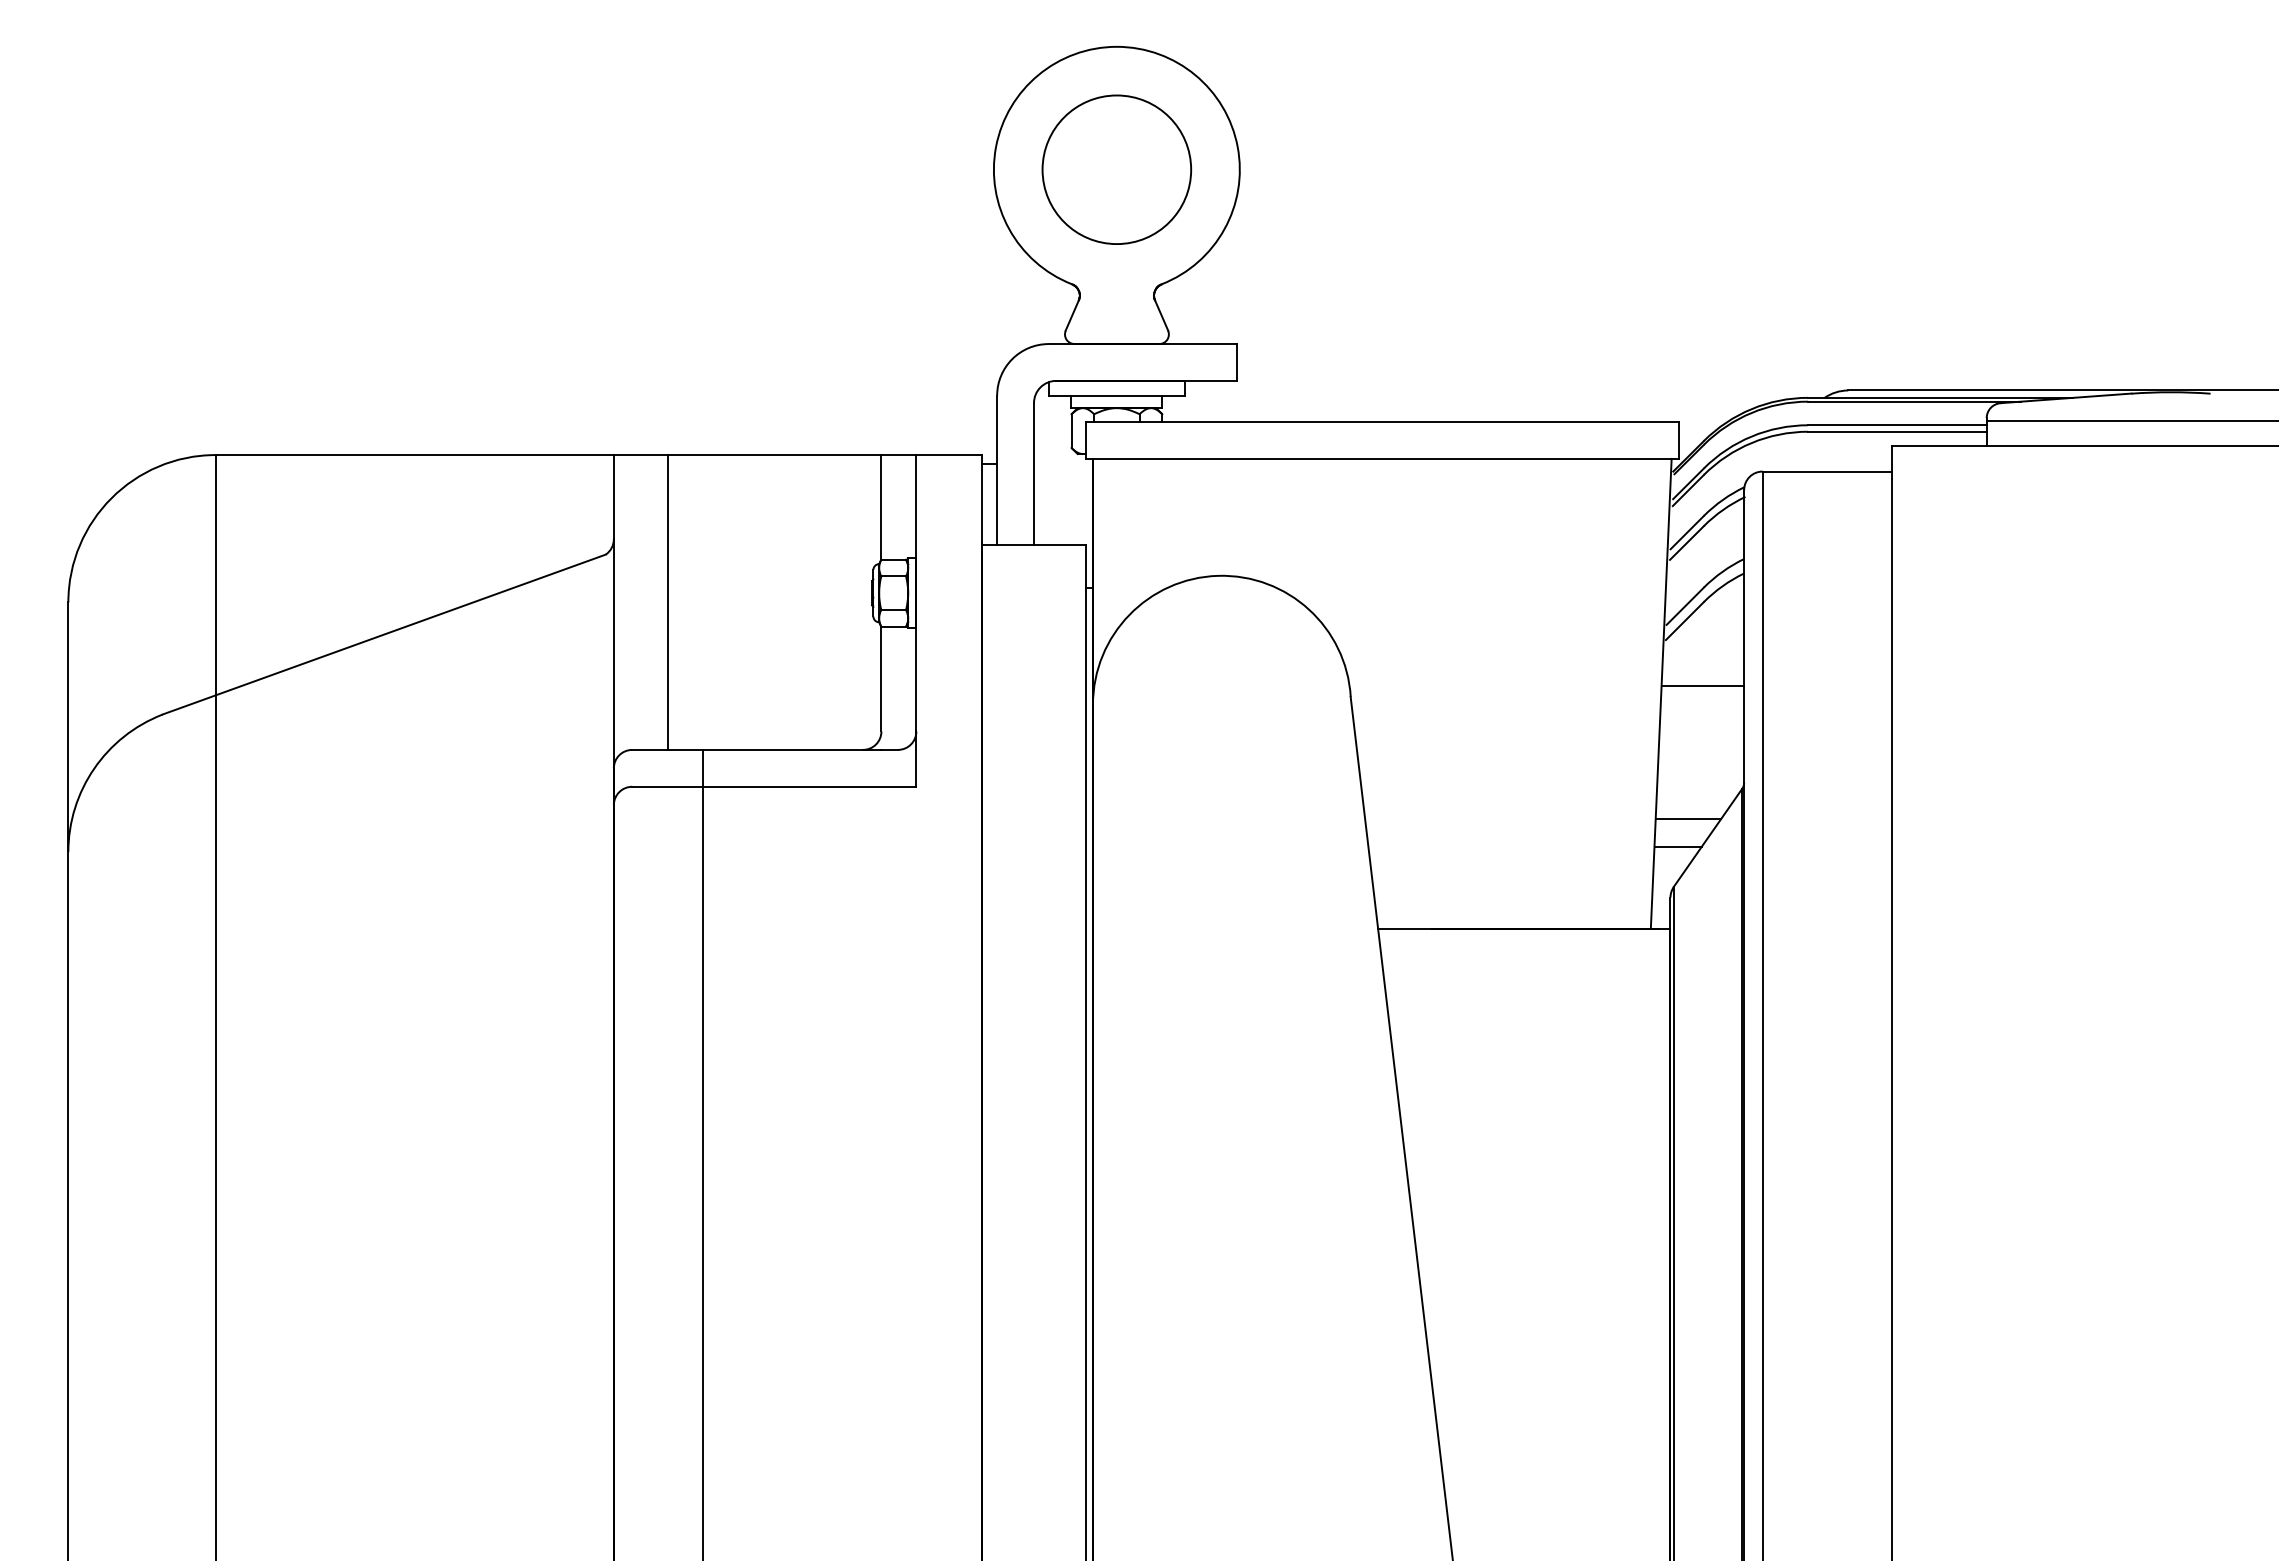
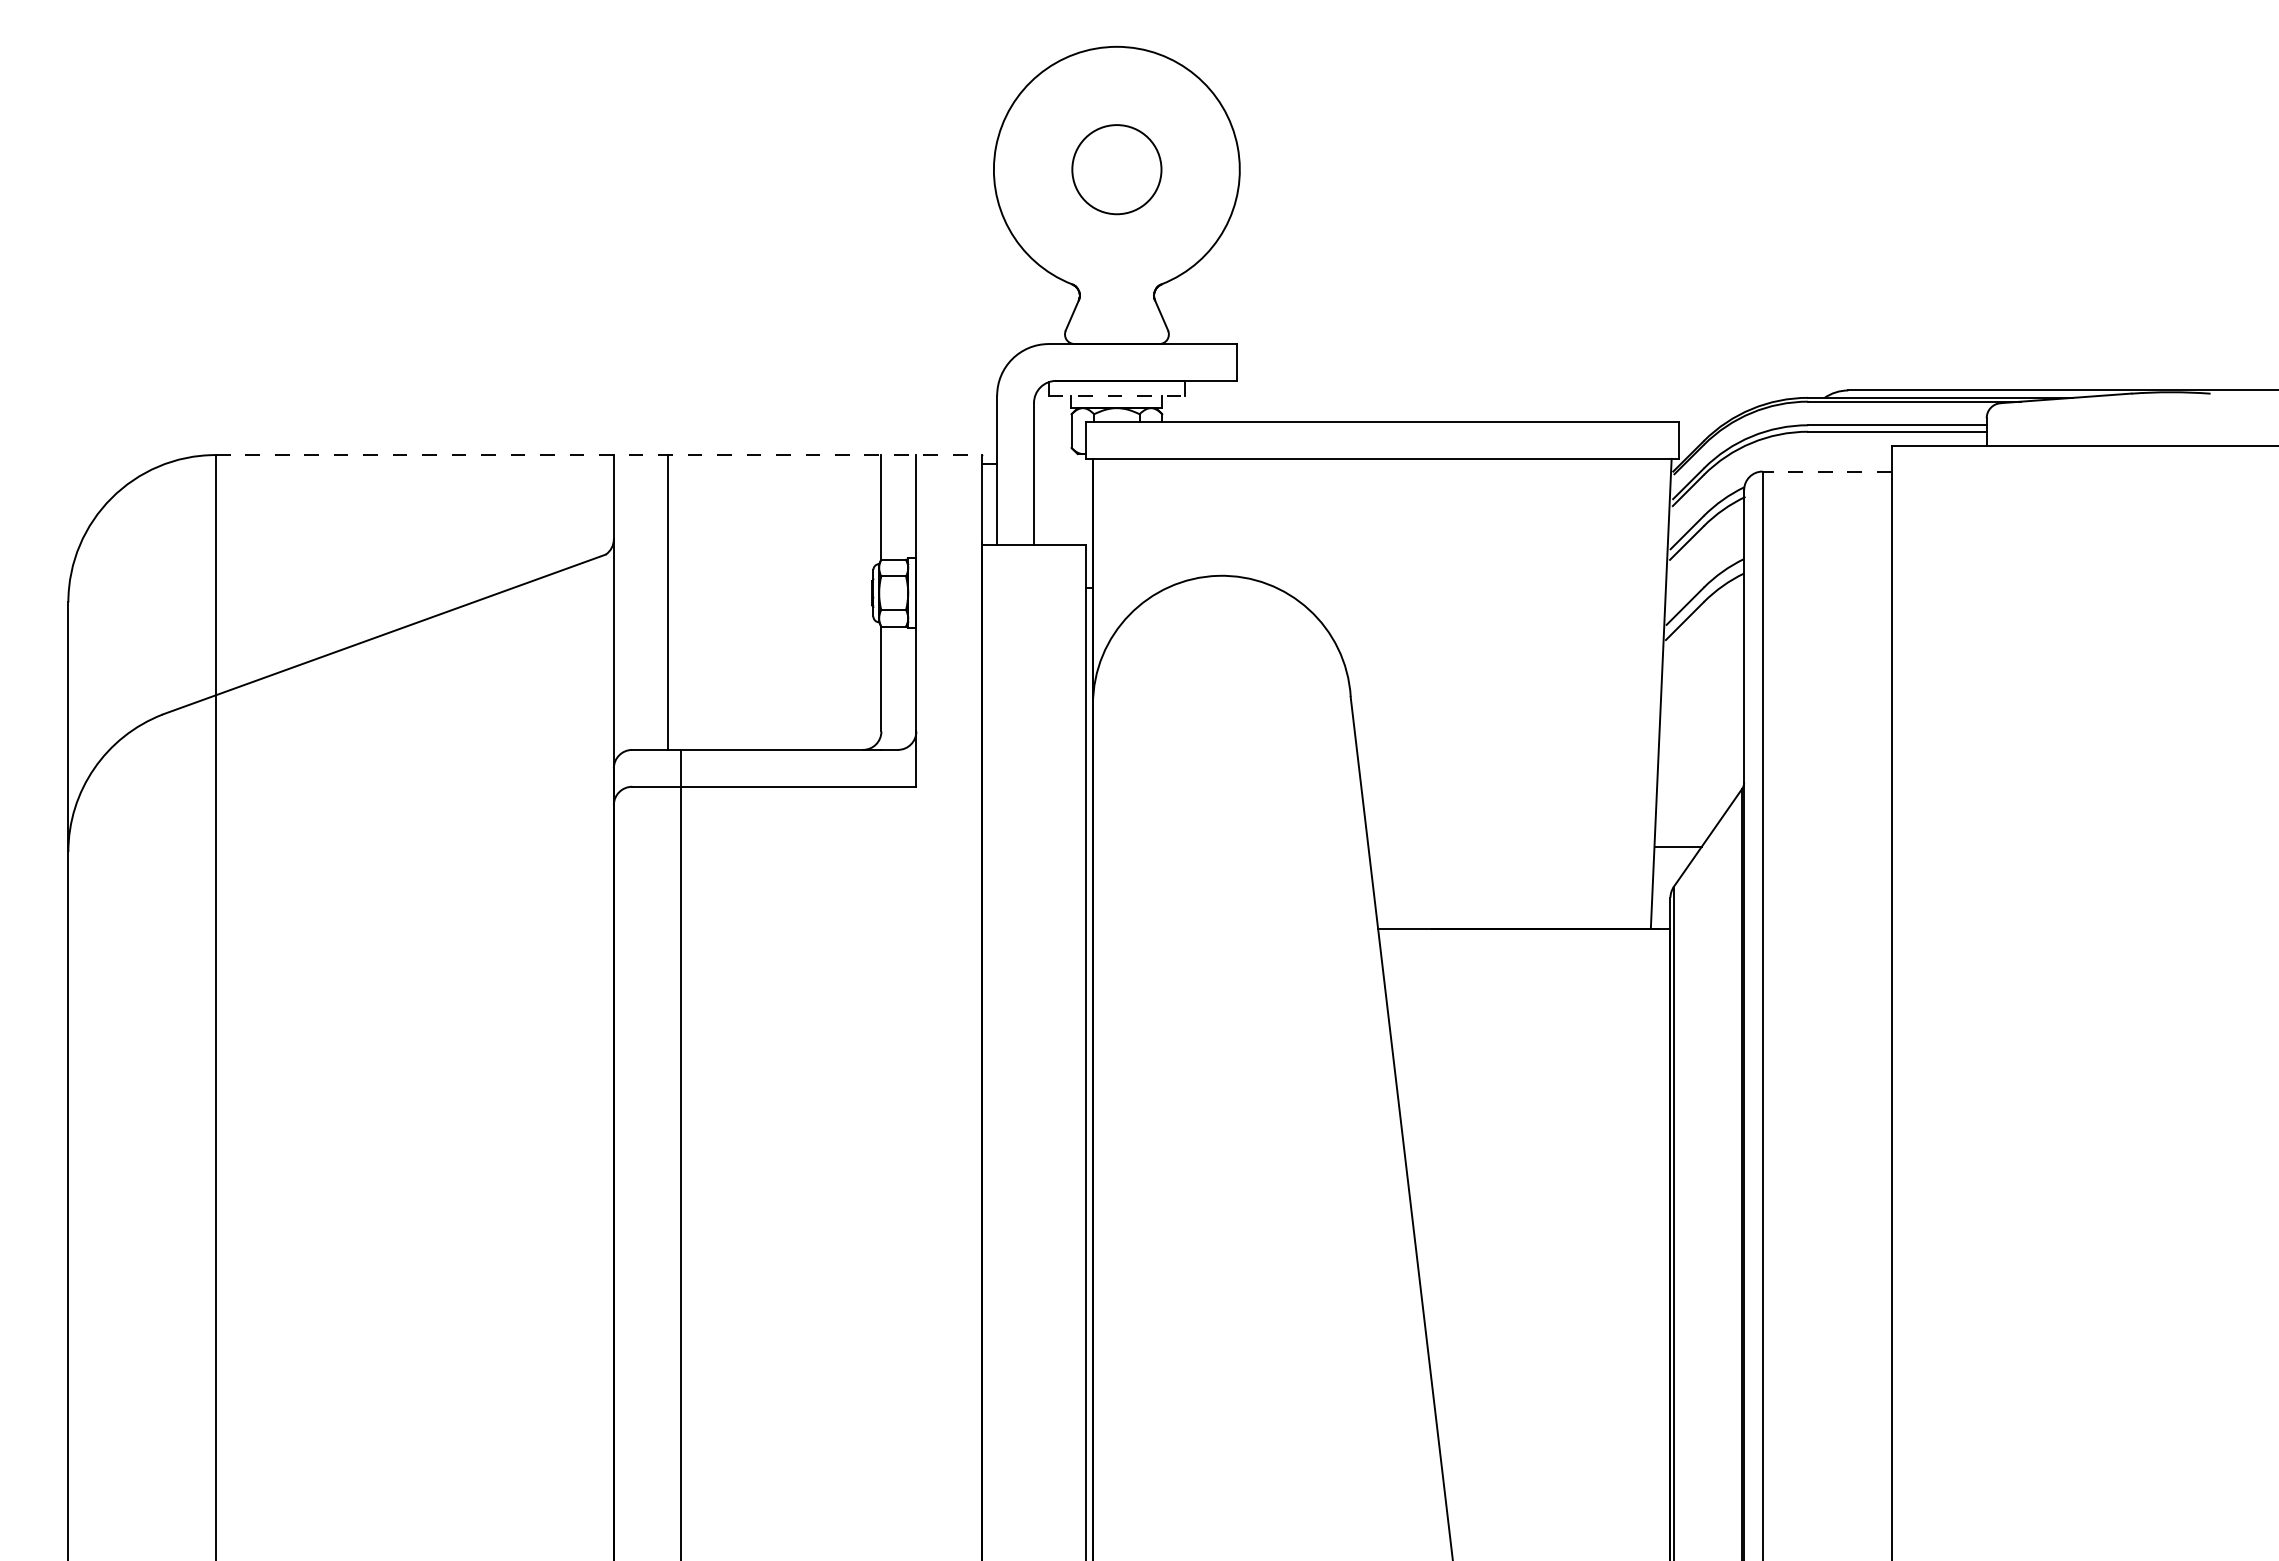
circle at (1116, 169) size: 152x151 px -> 92x92 px
line at (1117, 395): solid -> dashed
line at (2130, 420): present -> none
line at (599, 455): solid -> dashed
line at (1826, 471): solid -> dashed
line at (1703, 685): present -> none
line at (1688, 818): present -> none
line at (703, 1153) position: (703, 1153) -> (681, 1153)
